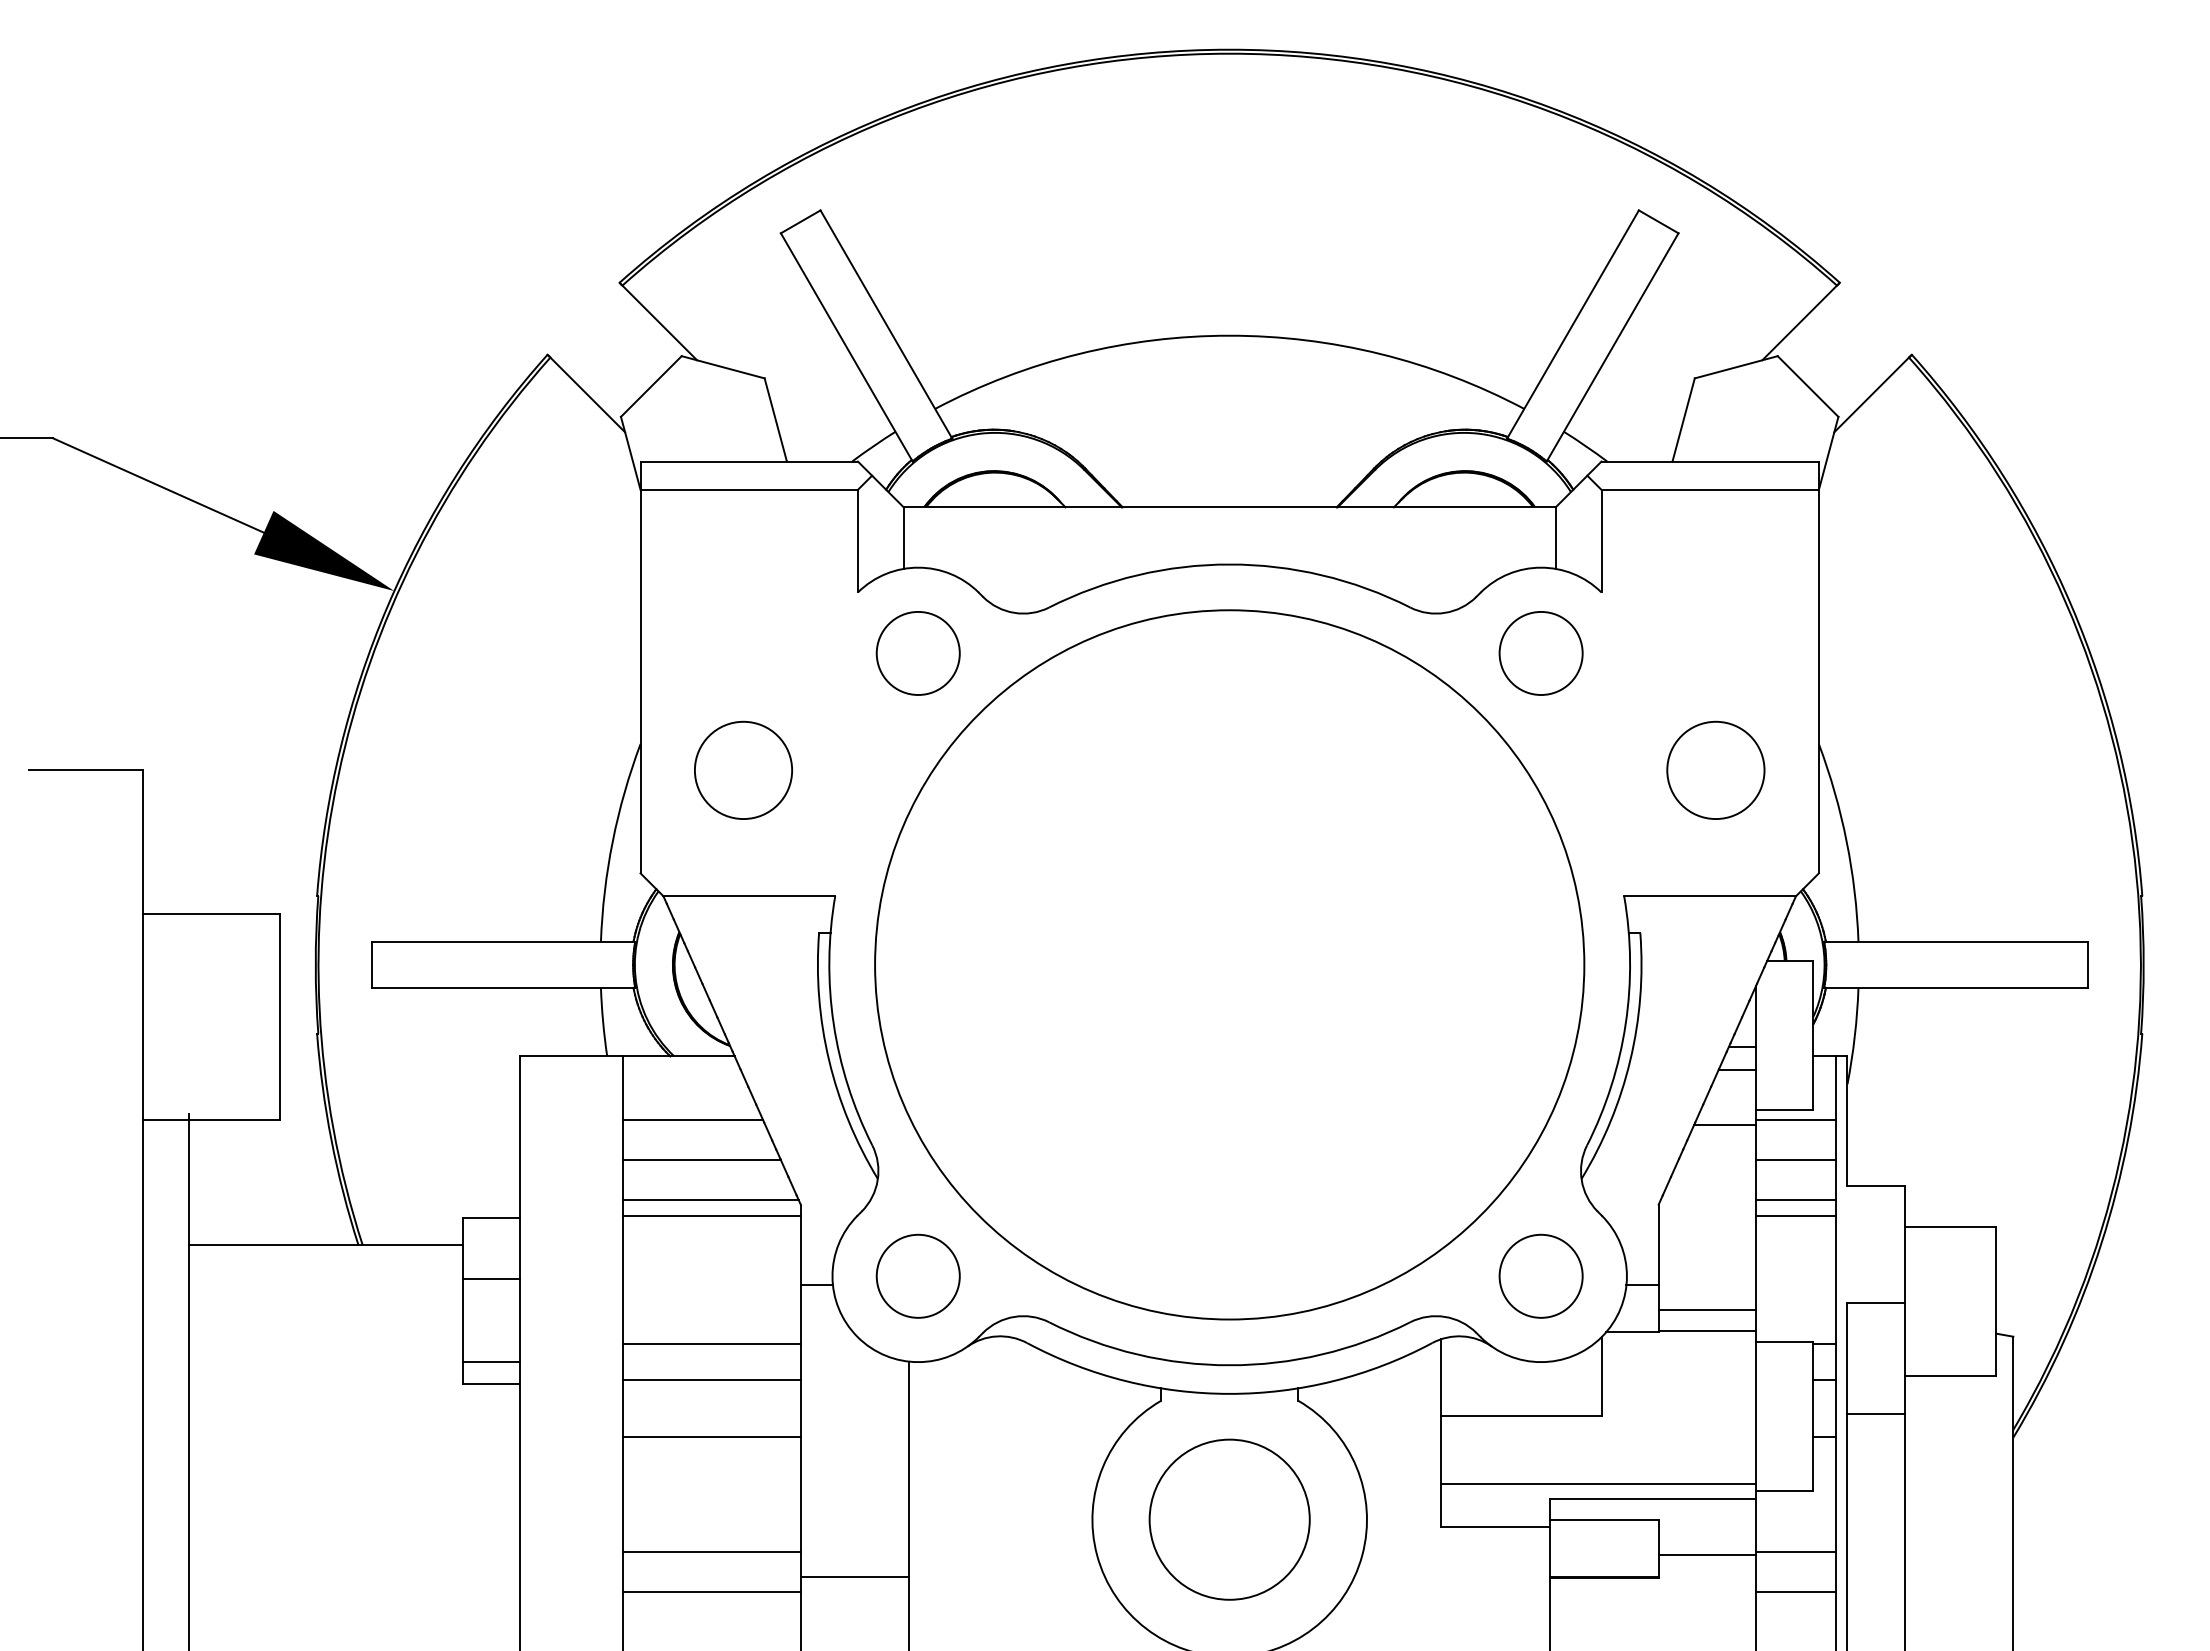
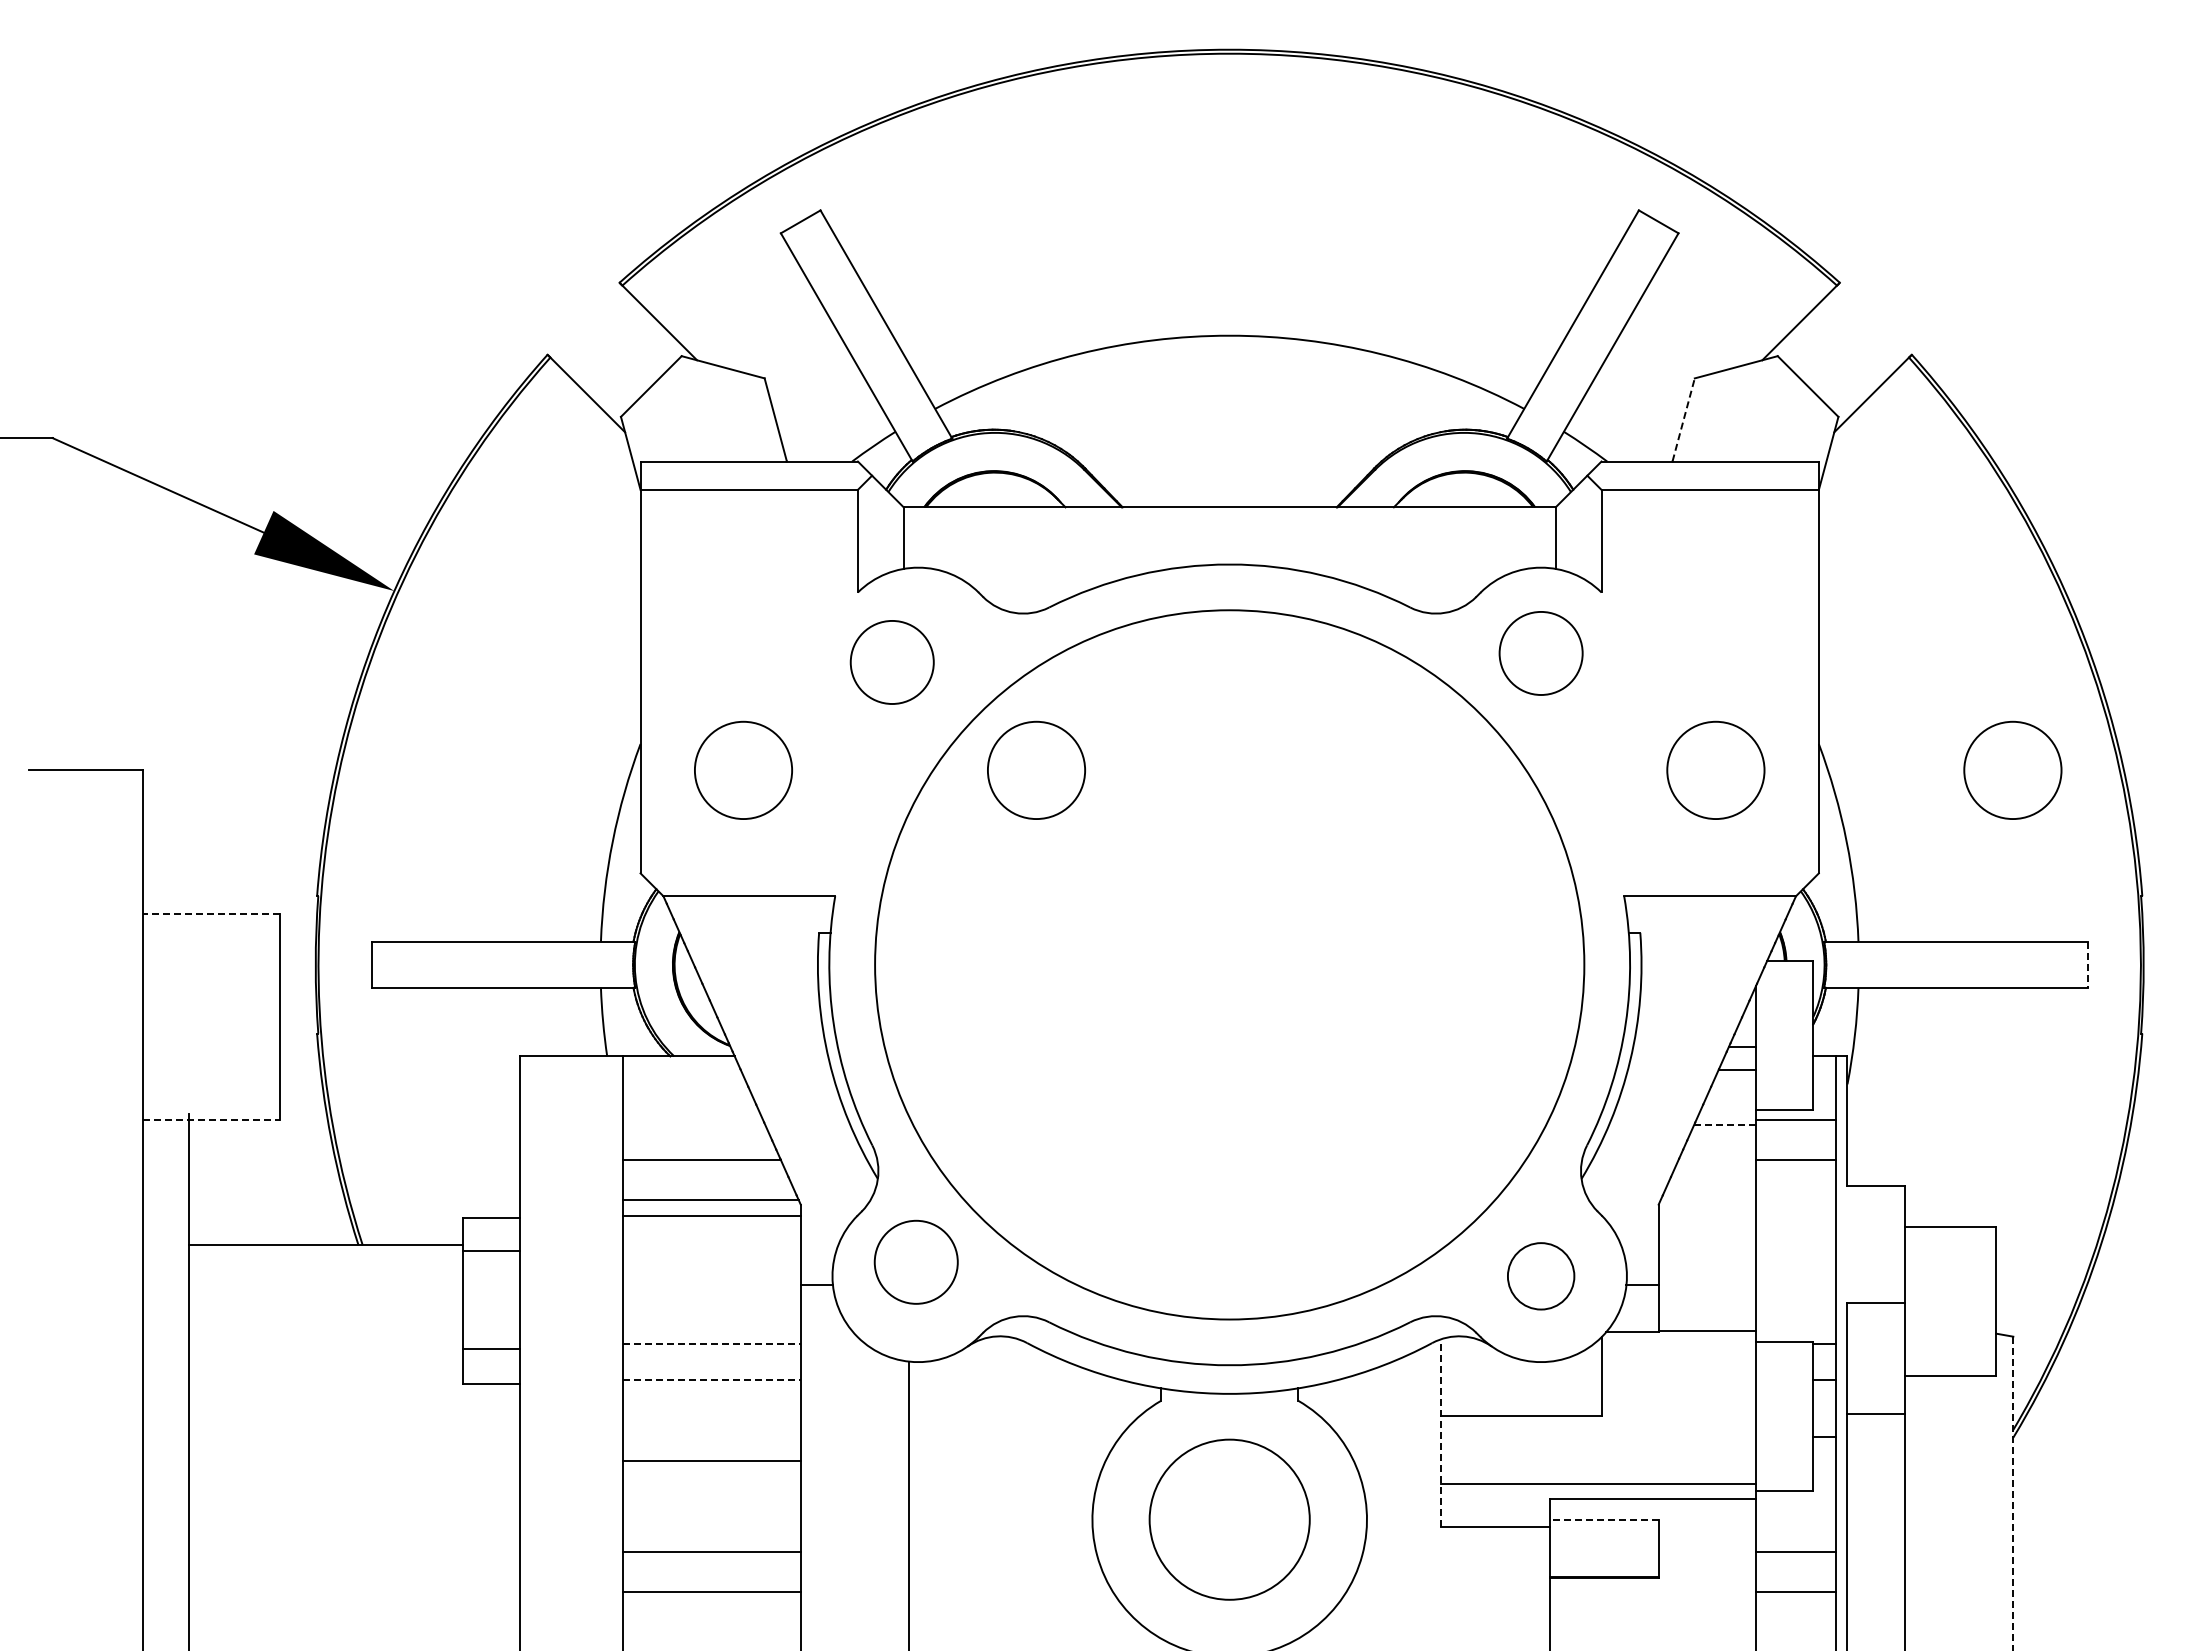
line at (1683, 419): solid -> dashed
circle at (917, 653) position: (917, 653) -> (891, 662)
circle at (1036, 769): none -> present
circle at (2012, 769): none -> present
line at (211, 913): solid -> dashed
line at (2087, 964): solid -> dashed
line at (211, 1119): solid -> dashed
line at (693, 1120): present -> none
line at (1725, 1125): solid -> dashed
line at (1795, 1200): present -> none
line at (1795, 1215): present -> none
circle at (917, 1275) position: (917, 1275) -> (915, 1261)
circle at (1540, 1275) diameter: 83 px -> 66 px
line at (491, 1279) position: (491, 1279) -> (491, 1251)
line at (1706, 1309): present -> none
line at (712, 1344): solid -> dashed
line at (491, 1362) position: (491, 1362) -> (491, 1349)
line at (712, 1380): solid -> dashed
line at (1441, 1432): solid -> dashed
line at (711, 1436) position: (711, 1436) -> (711, 1460)
line at (2013, 1493): solid -> dashed
line at (1603, 1520): solid -> dashed
line at (1706, 1555): present -> none
line at (854, 1576): present -> none
